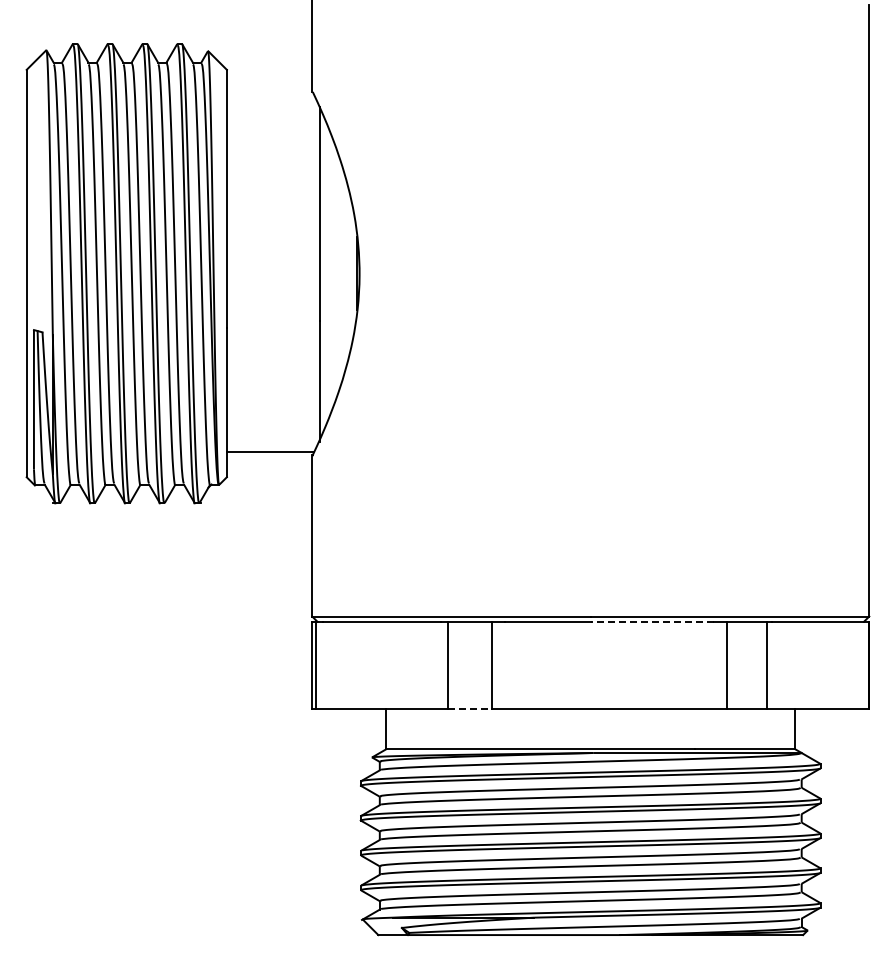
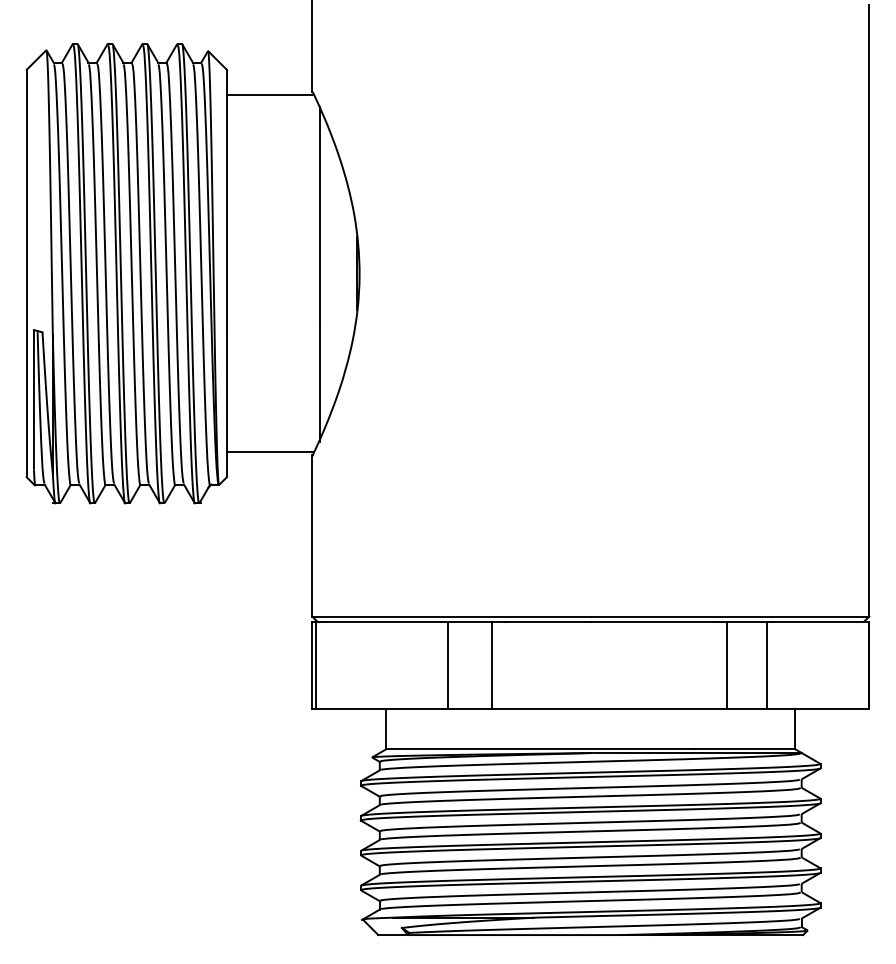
line at (270, 95): none -> present
line at (651, 621): dashed -> solid
line at (469, 708): dashed -> solid
